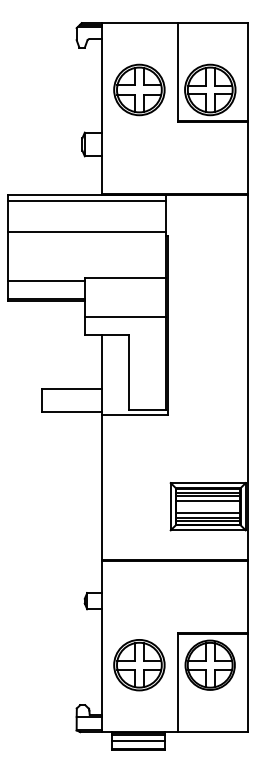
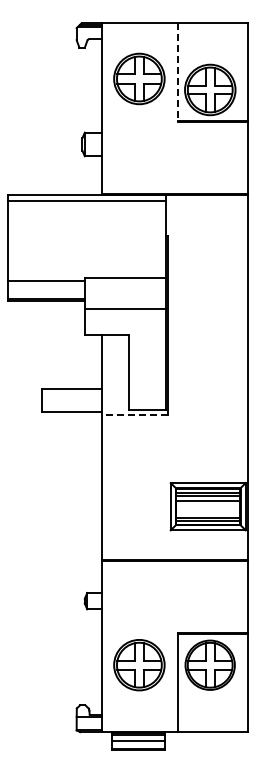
line at (178, 72): solid -> dashed
part at (139, 89) position: (139, 89) -> (139, 78)
line at (86, 232): present -> none
line at (125, 317) position: (125, 317) -> (125, 309)
line at (134, 414): solid -> dashed
line at (208, 512): present -> none
